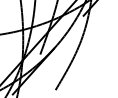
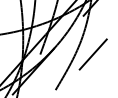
line at (93, 54): none -> present
